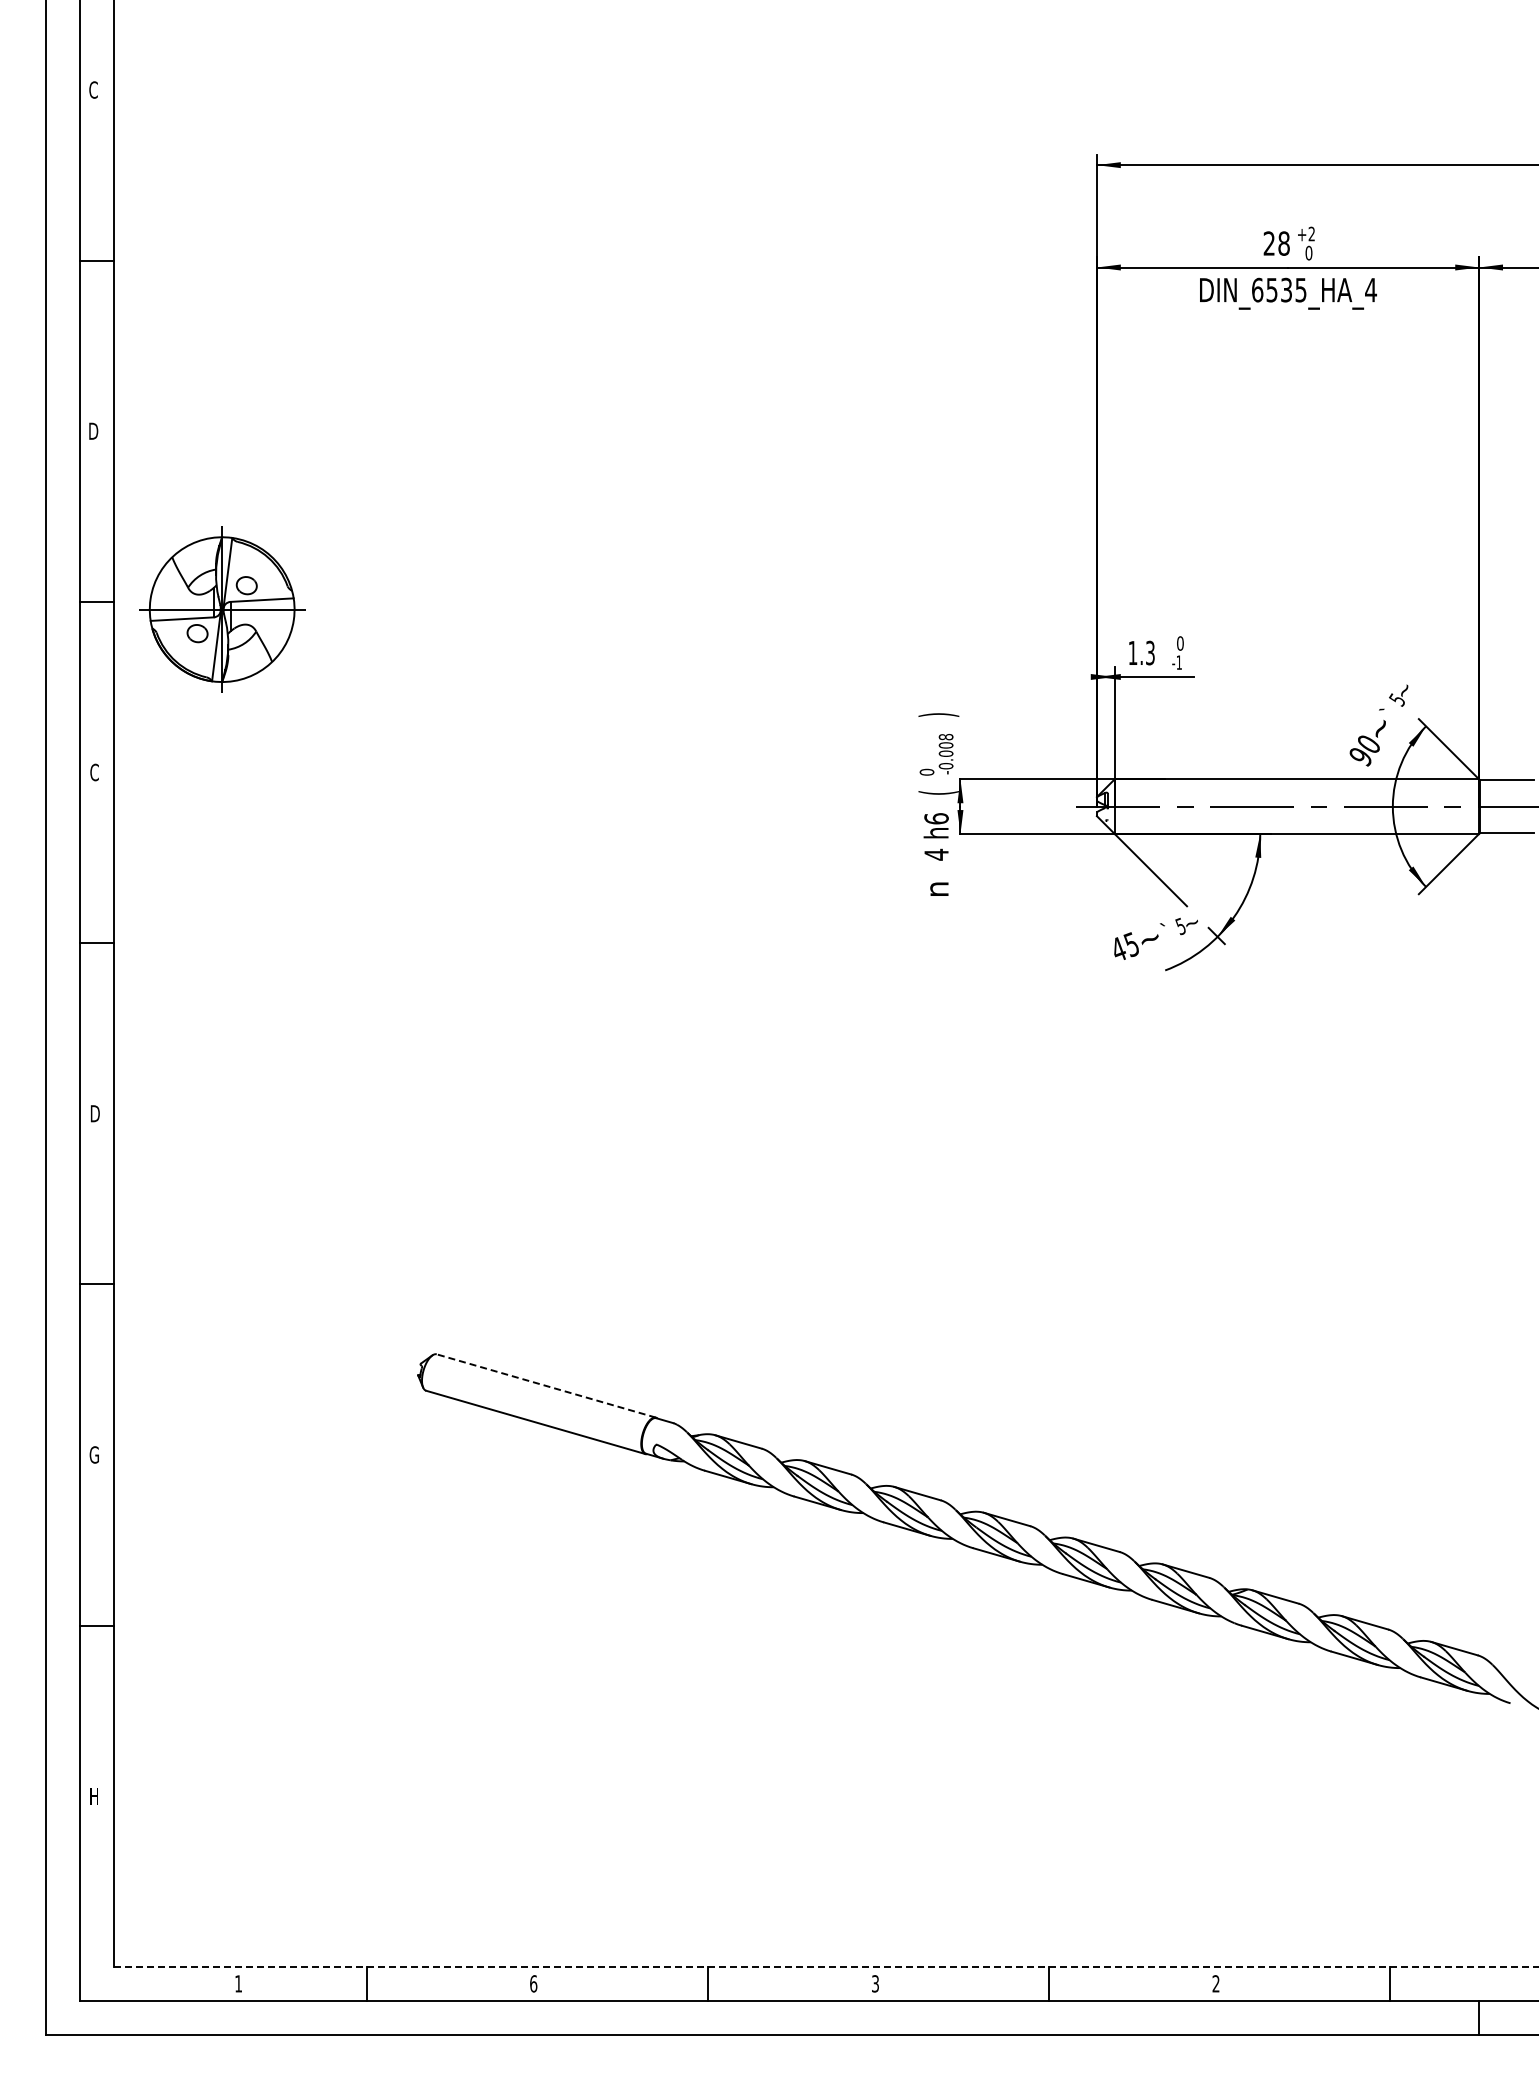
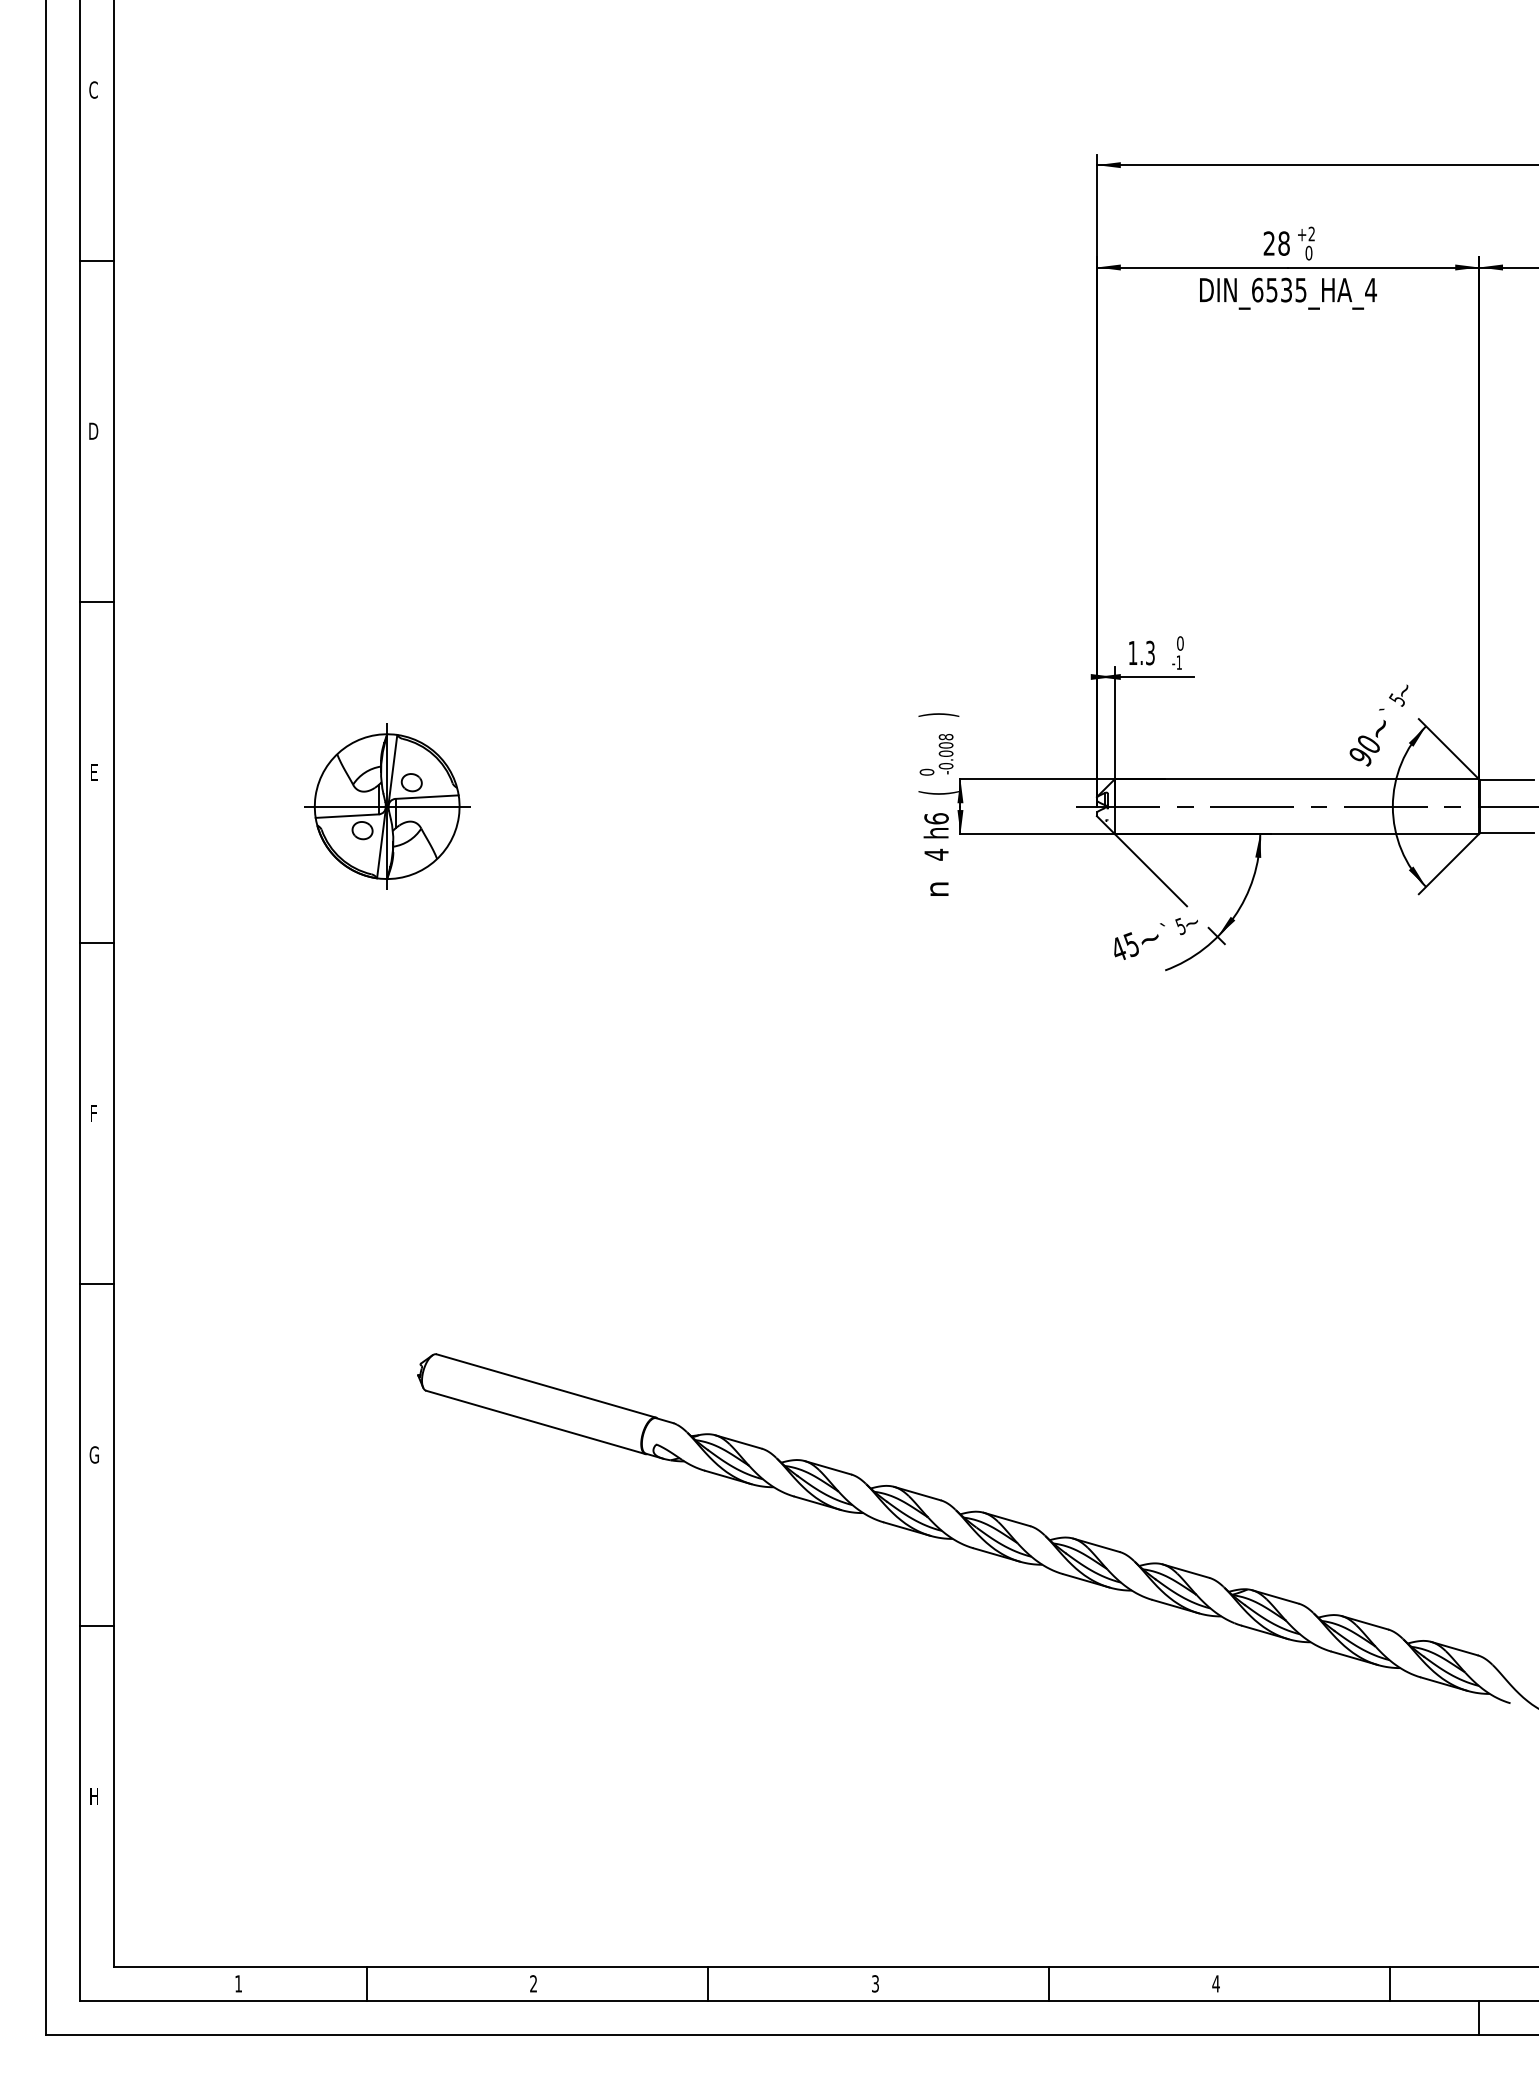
part at (222, 609) position: (222, 609) -> (387, 806)
text at (94, 772): C -> E
text at (94, 1113): D -> F
line at (545, 1385): dashed -> solid
line at (827, 1966): dashed -> solid
text at (533, 1983): 6 -> 2
text at (1215, 1983): 2 -> 4
